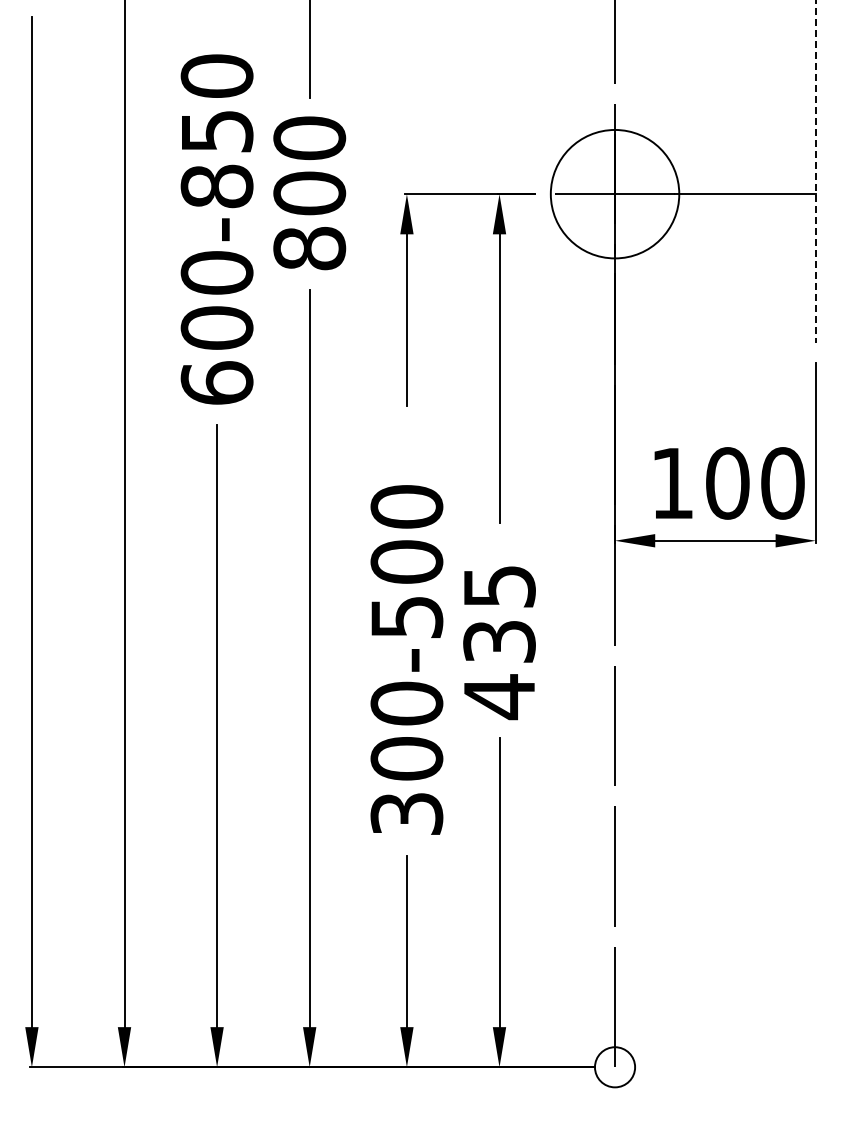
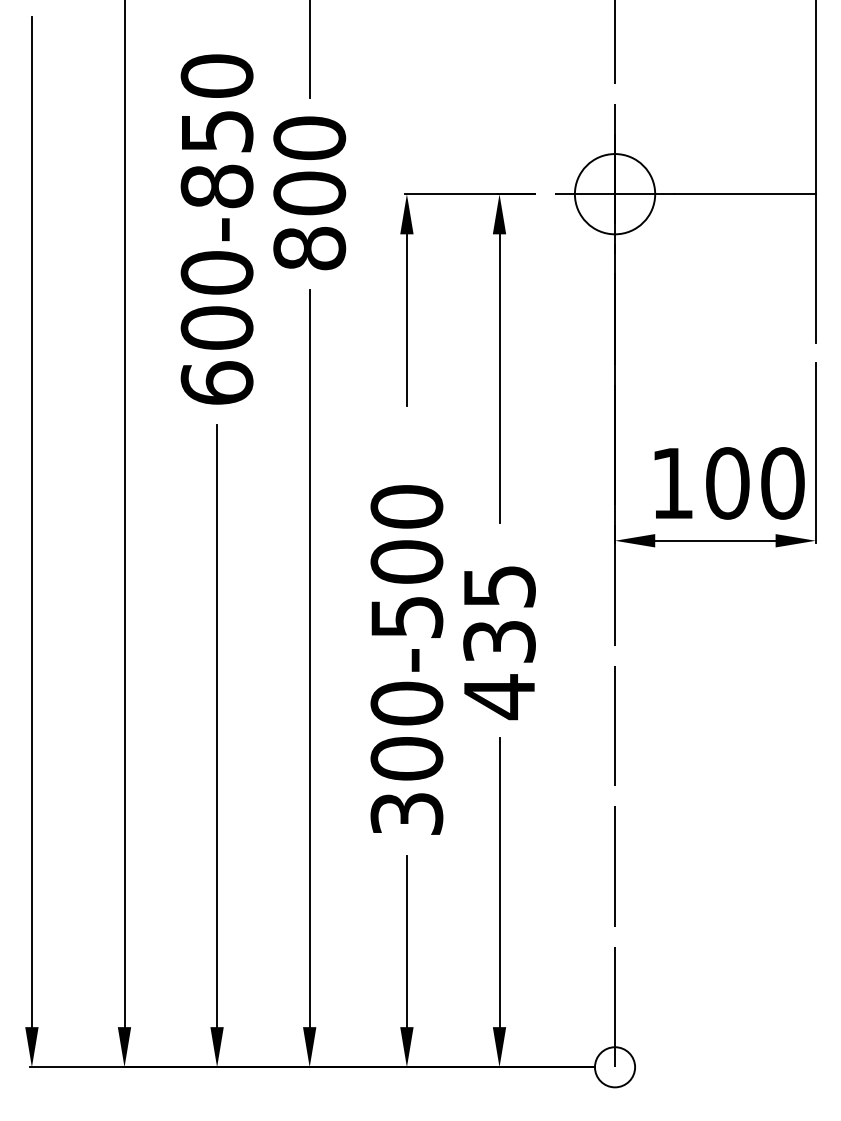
line at (815, 172): dashed -> solid
circle at (614, 193) diameter: 128 px -> 80 px
